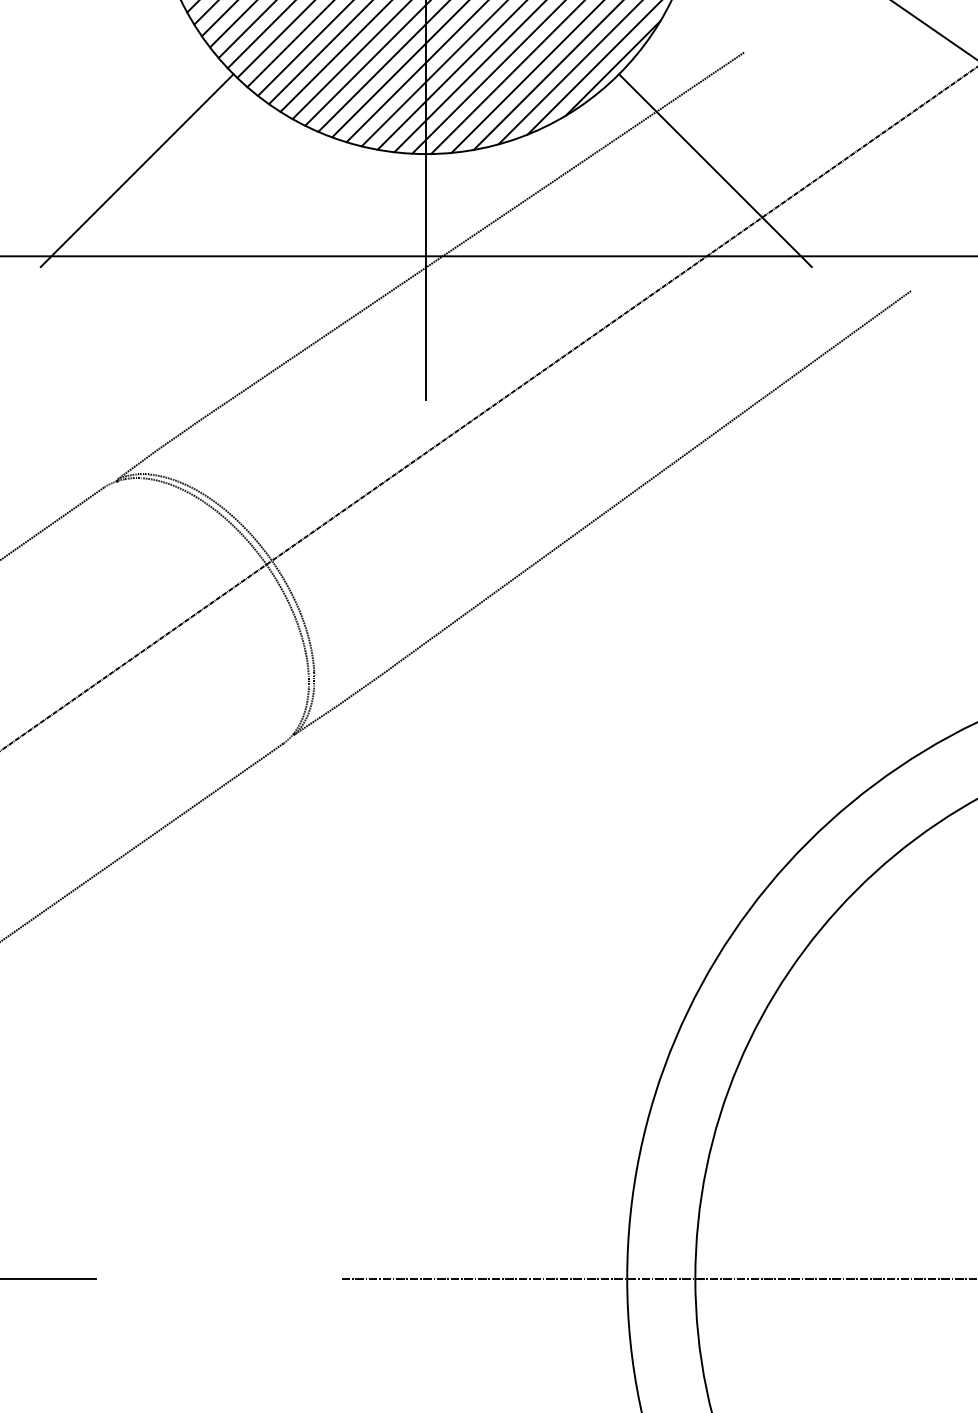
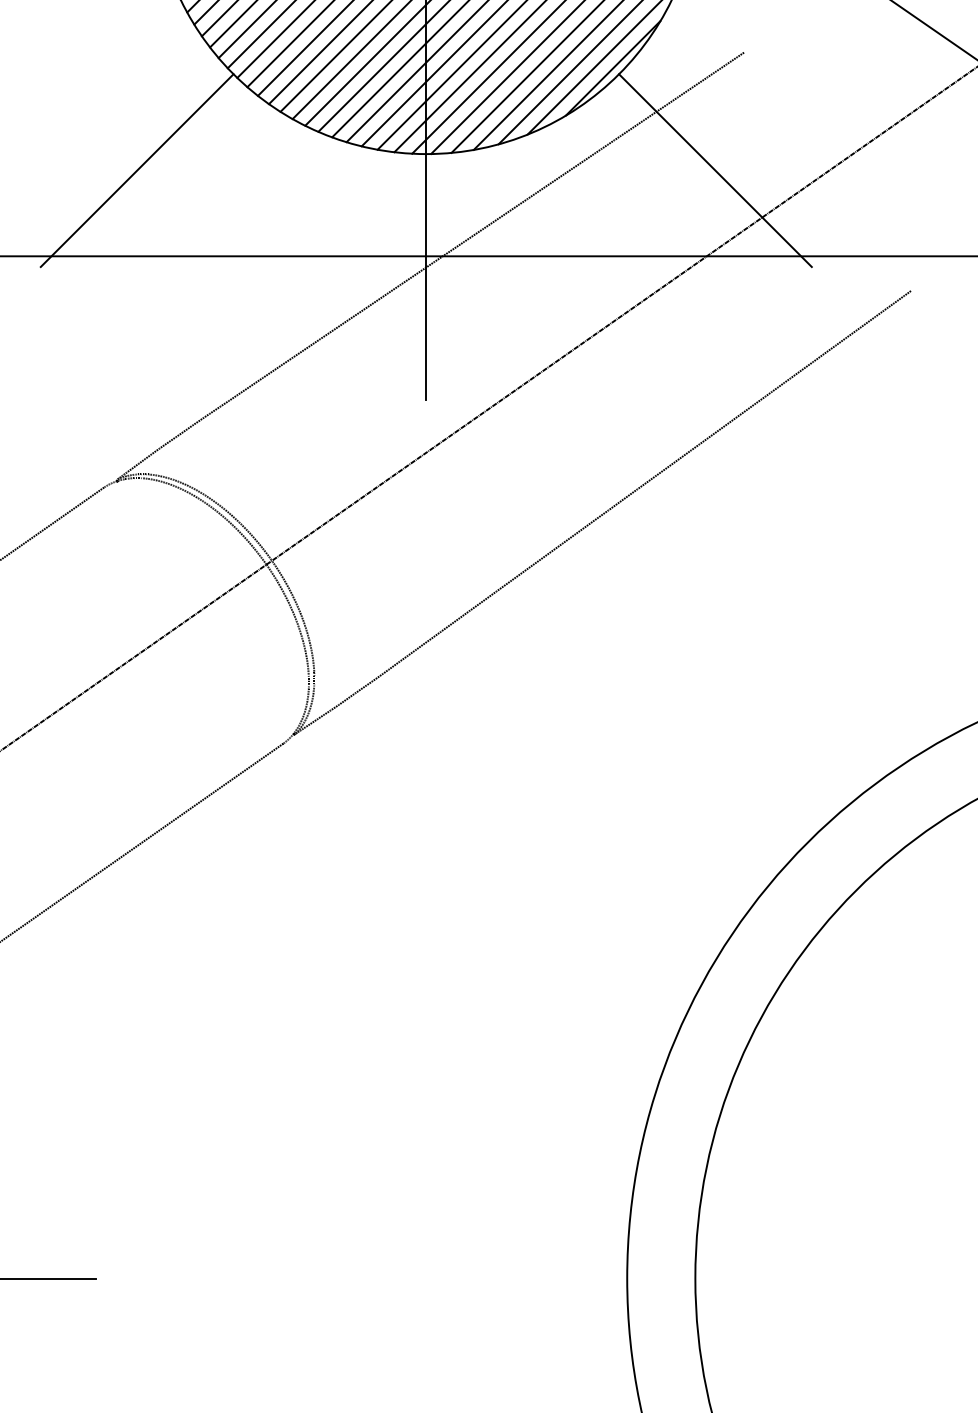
line at (657, 1278): present -> none
